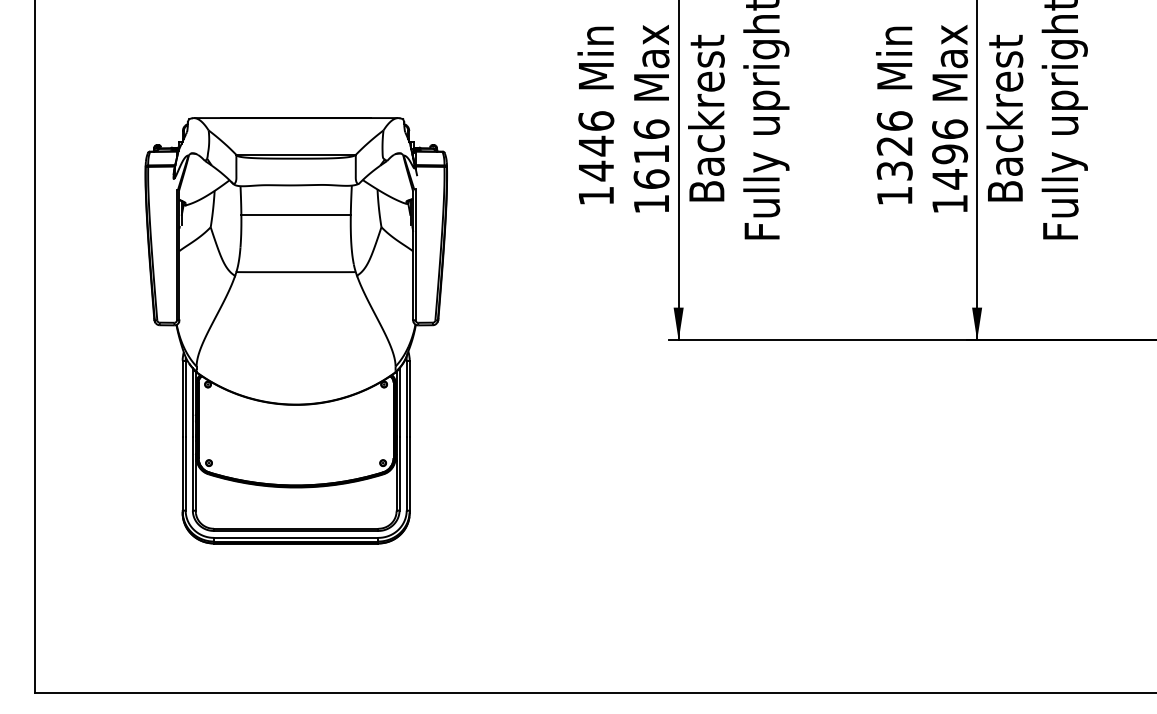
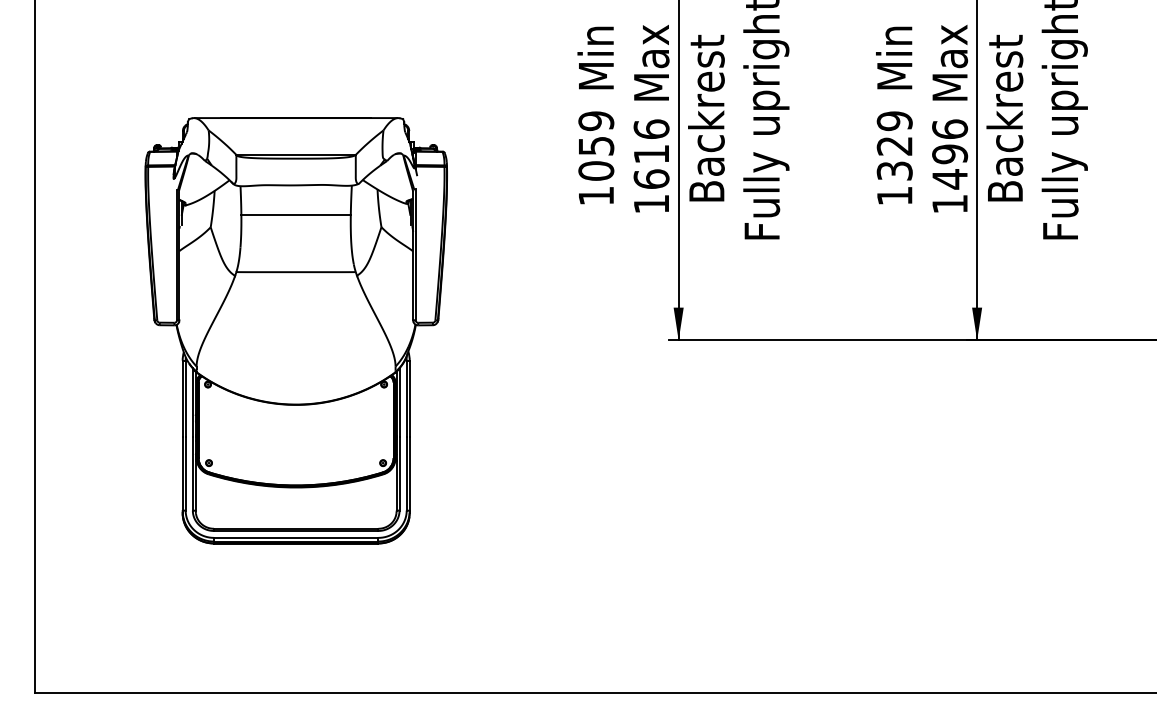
text at (894, 121): 1326 -> 1329
text at (596, 146): 1446 -> 1059
